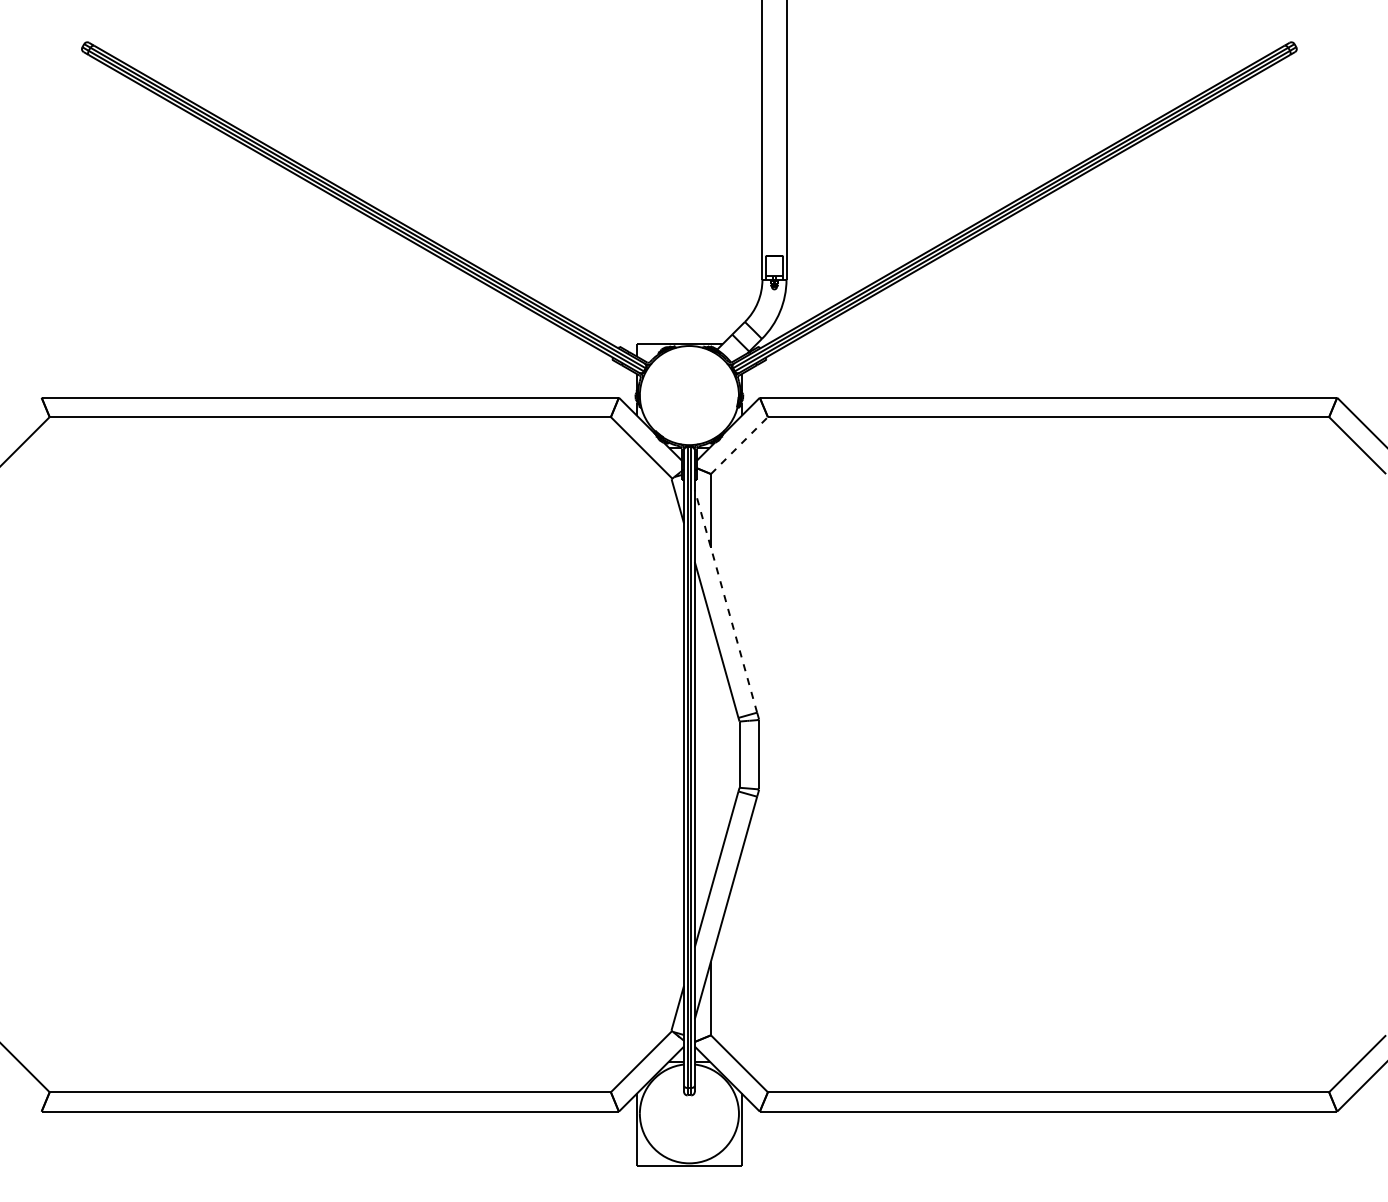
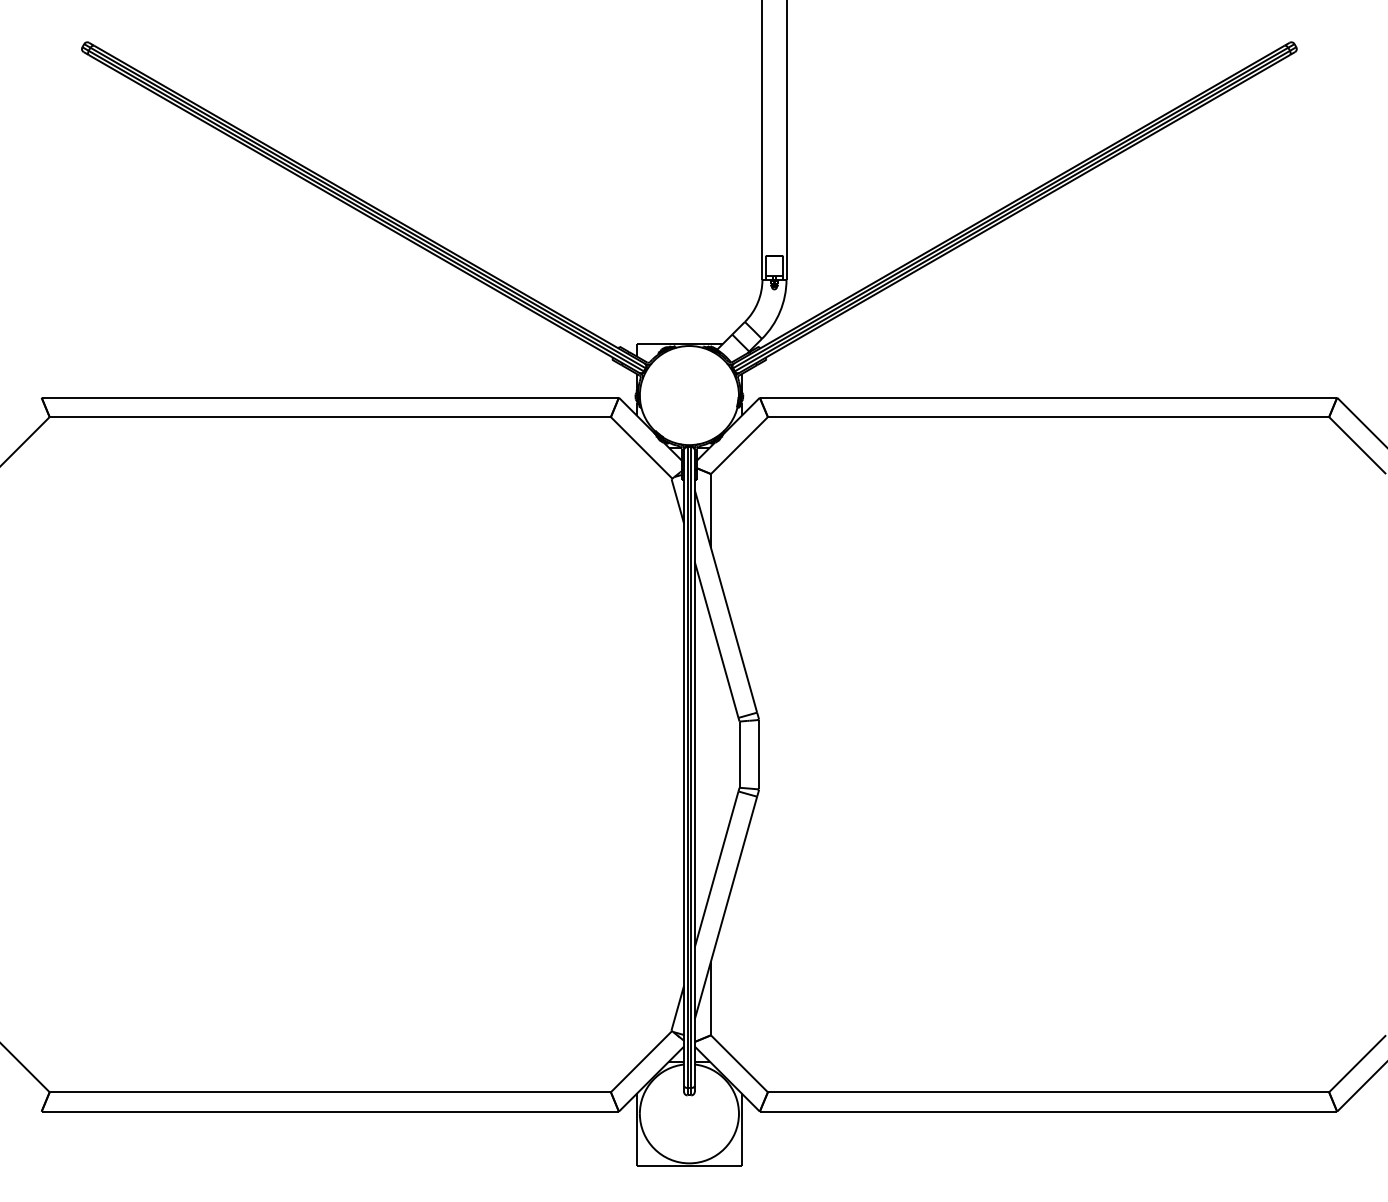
line at (739, 445): dashed -> solid
line at (725, 601): dashed -> solid
